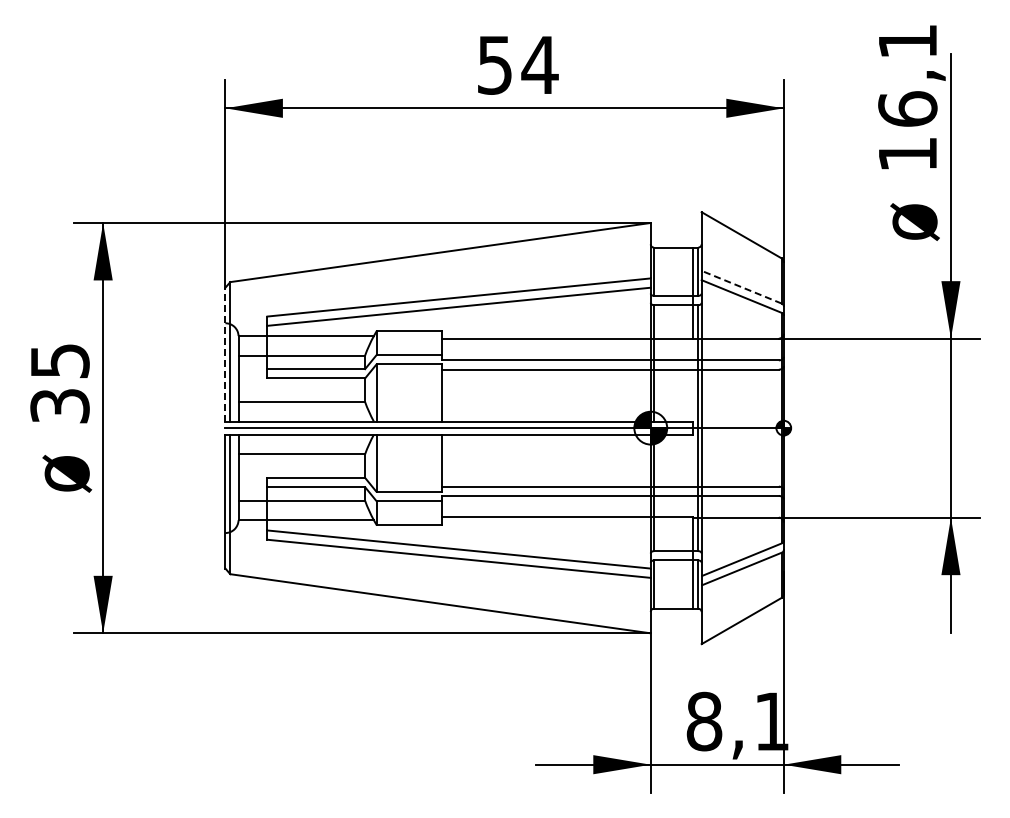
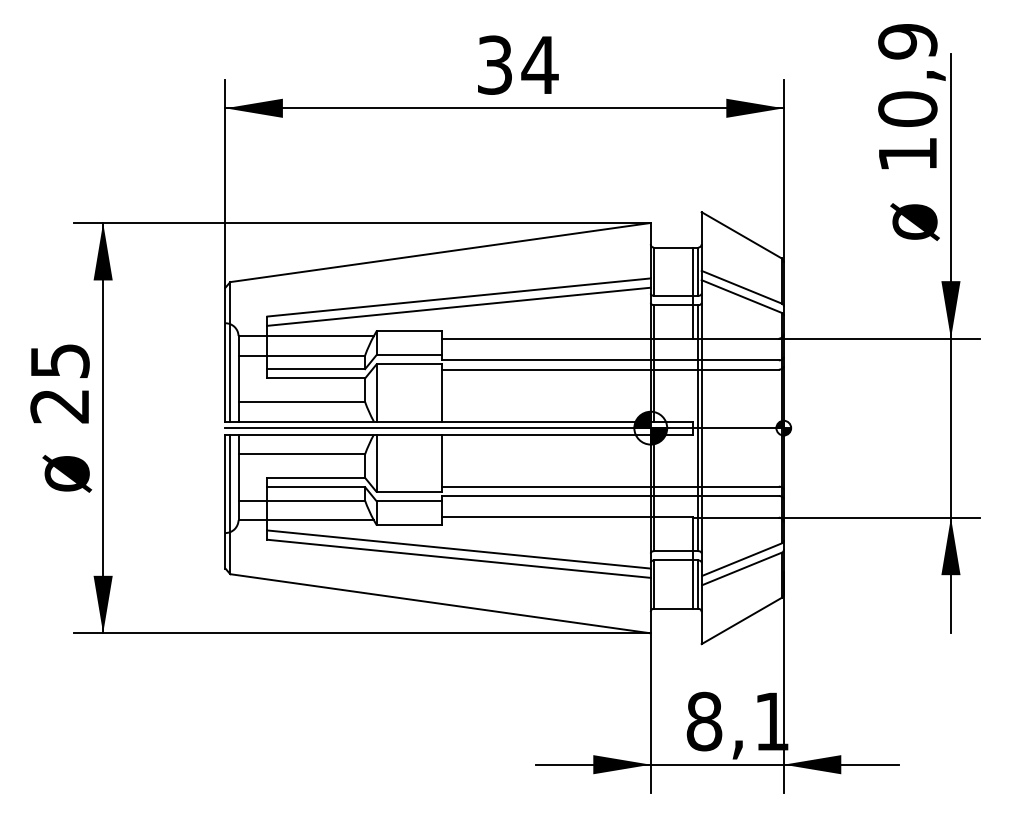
text at (494, 64): 54 -> 34
text at (907, 75): 16,1 -> 10,9
line at (741, 287): dashed -> solid
line at (225, 354): dashed -> solid
text at (59, 406): 35 -> 25
